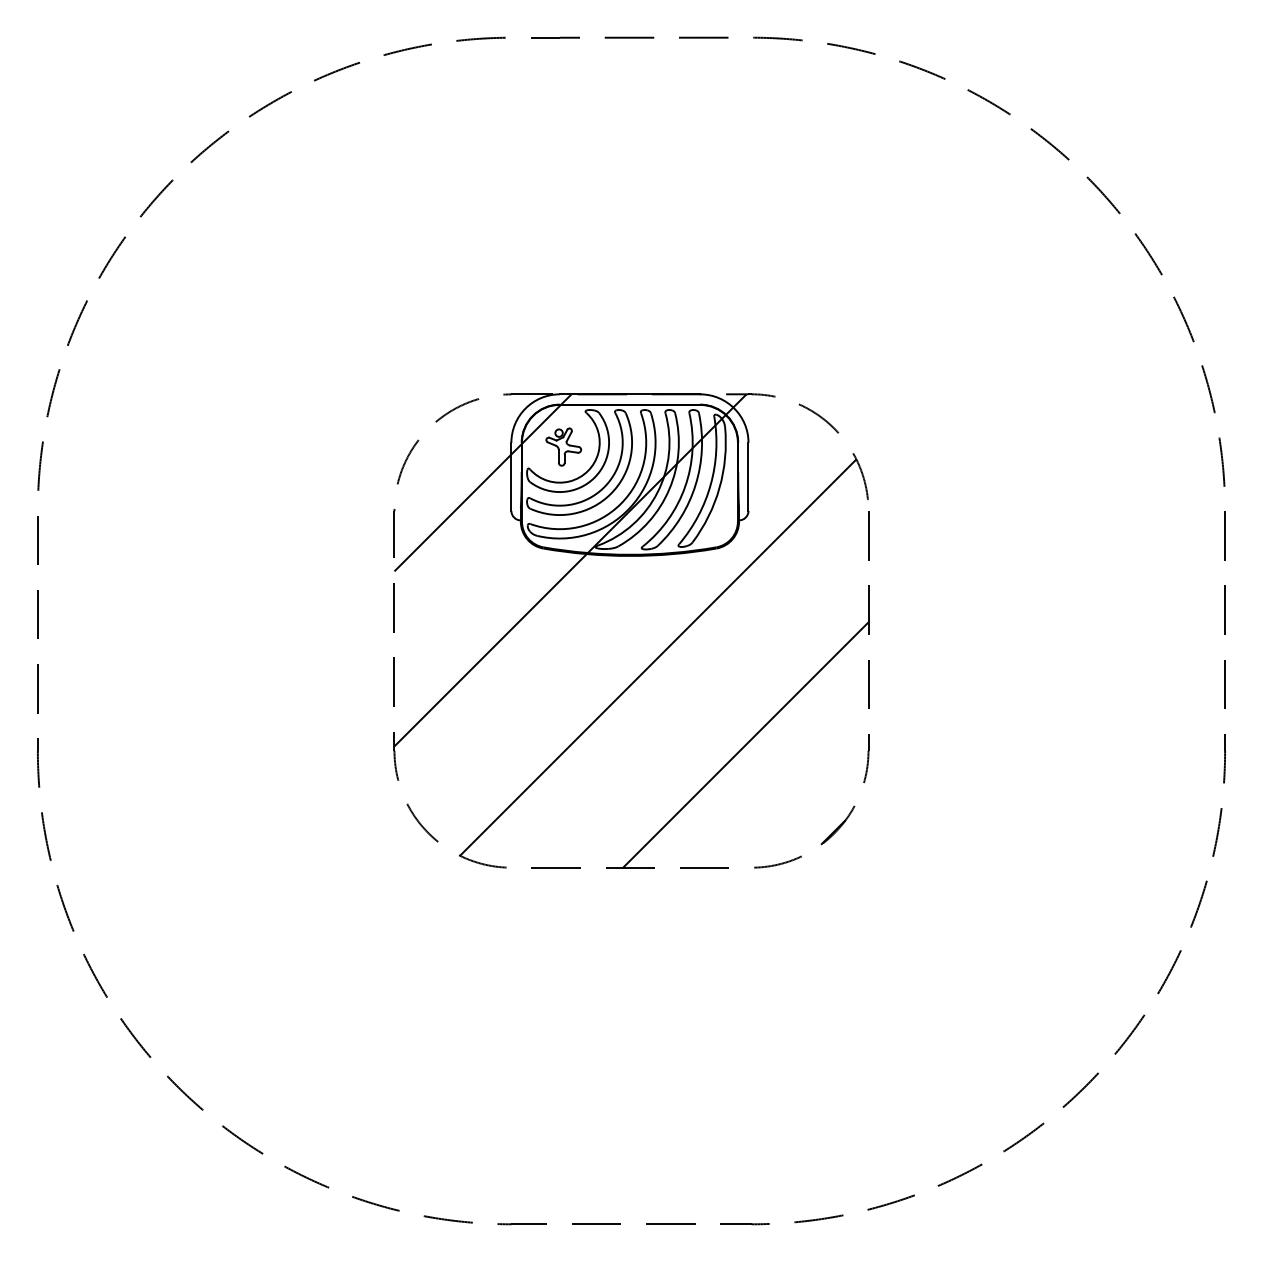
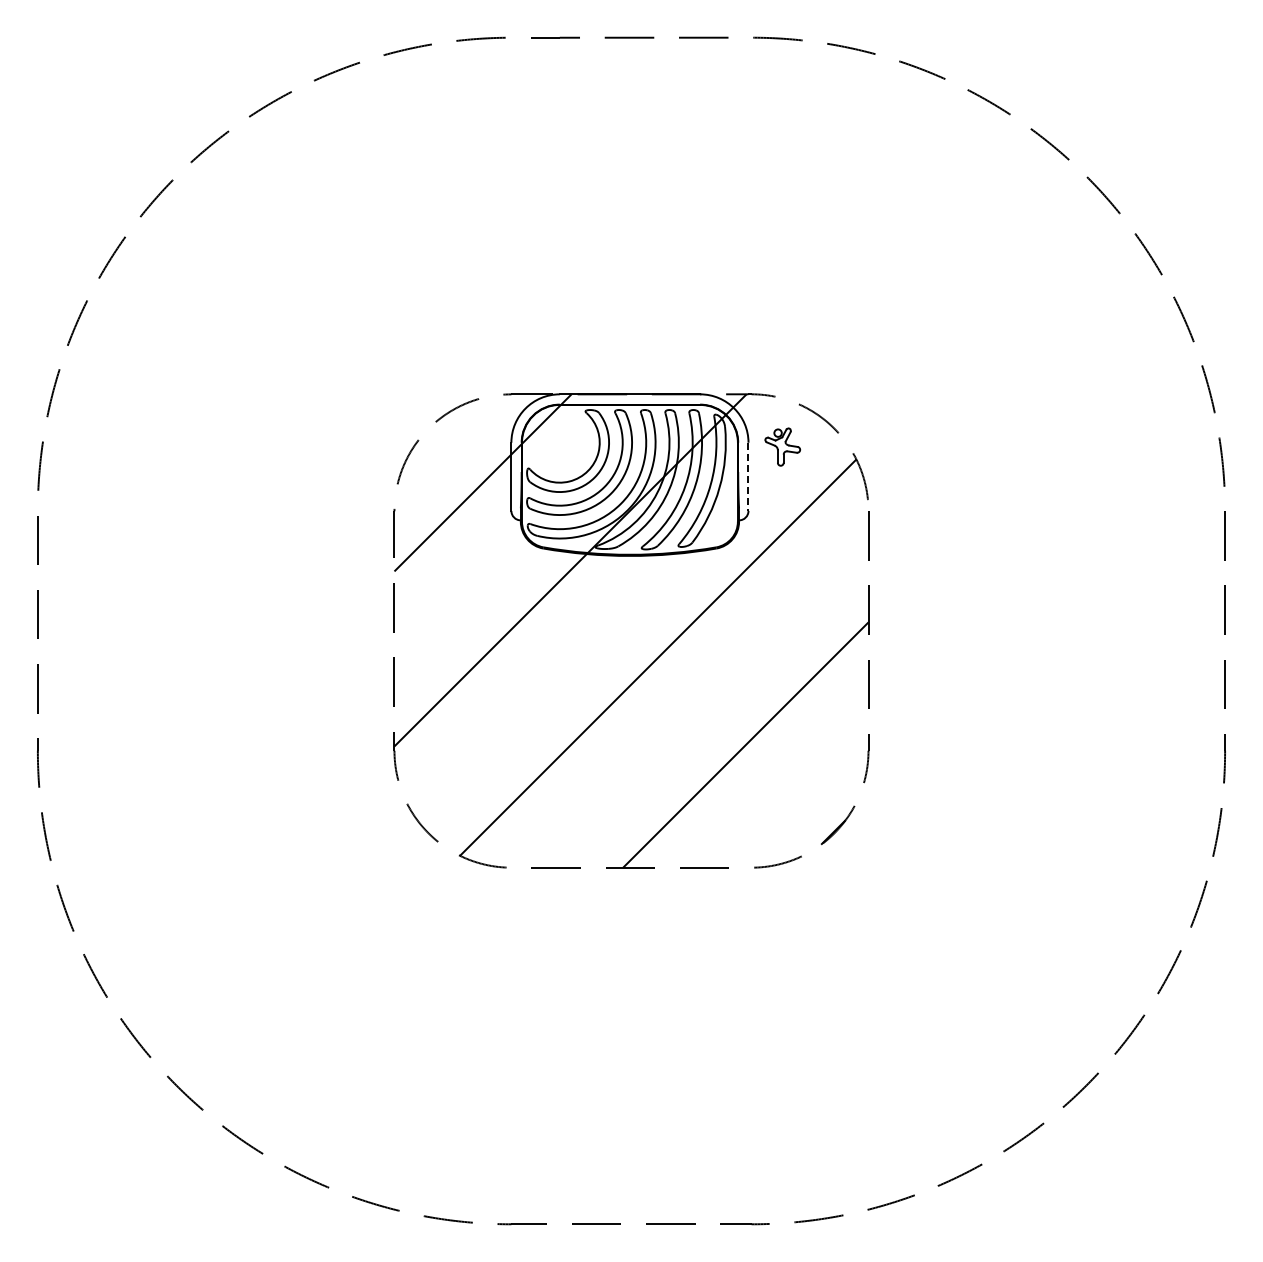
part at (563, 446) position: (563, 446) -> (782, 446)
line at (748, 477): solid -> dashed
